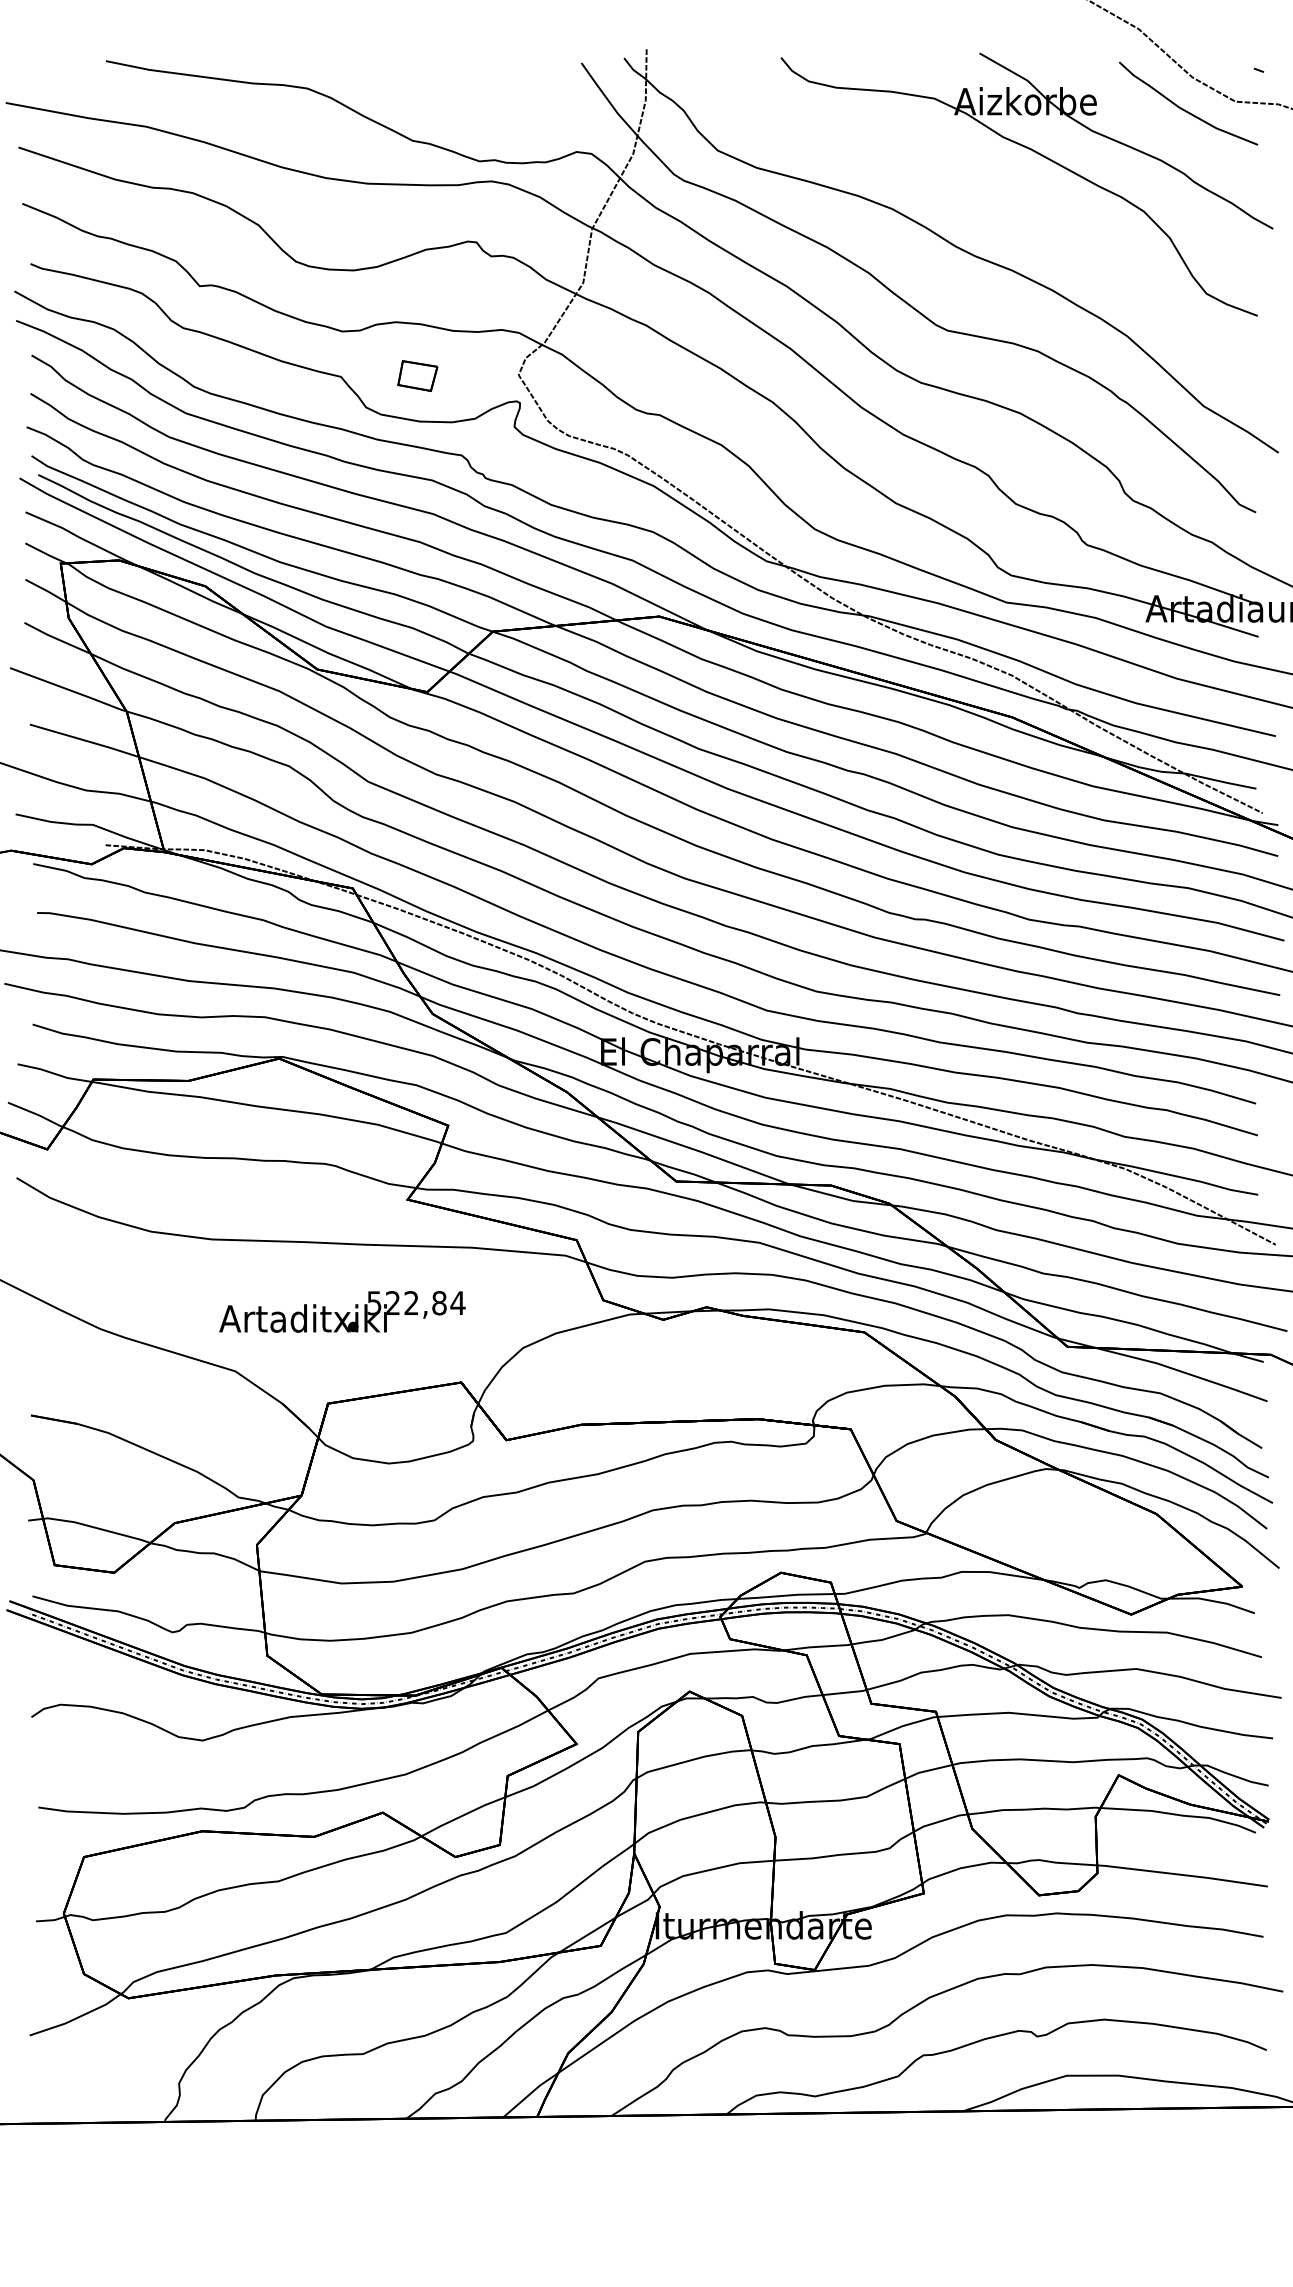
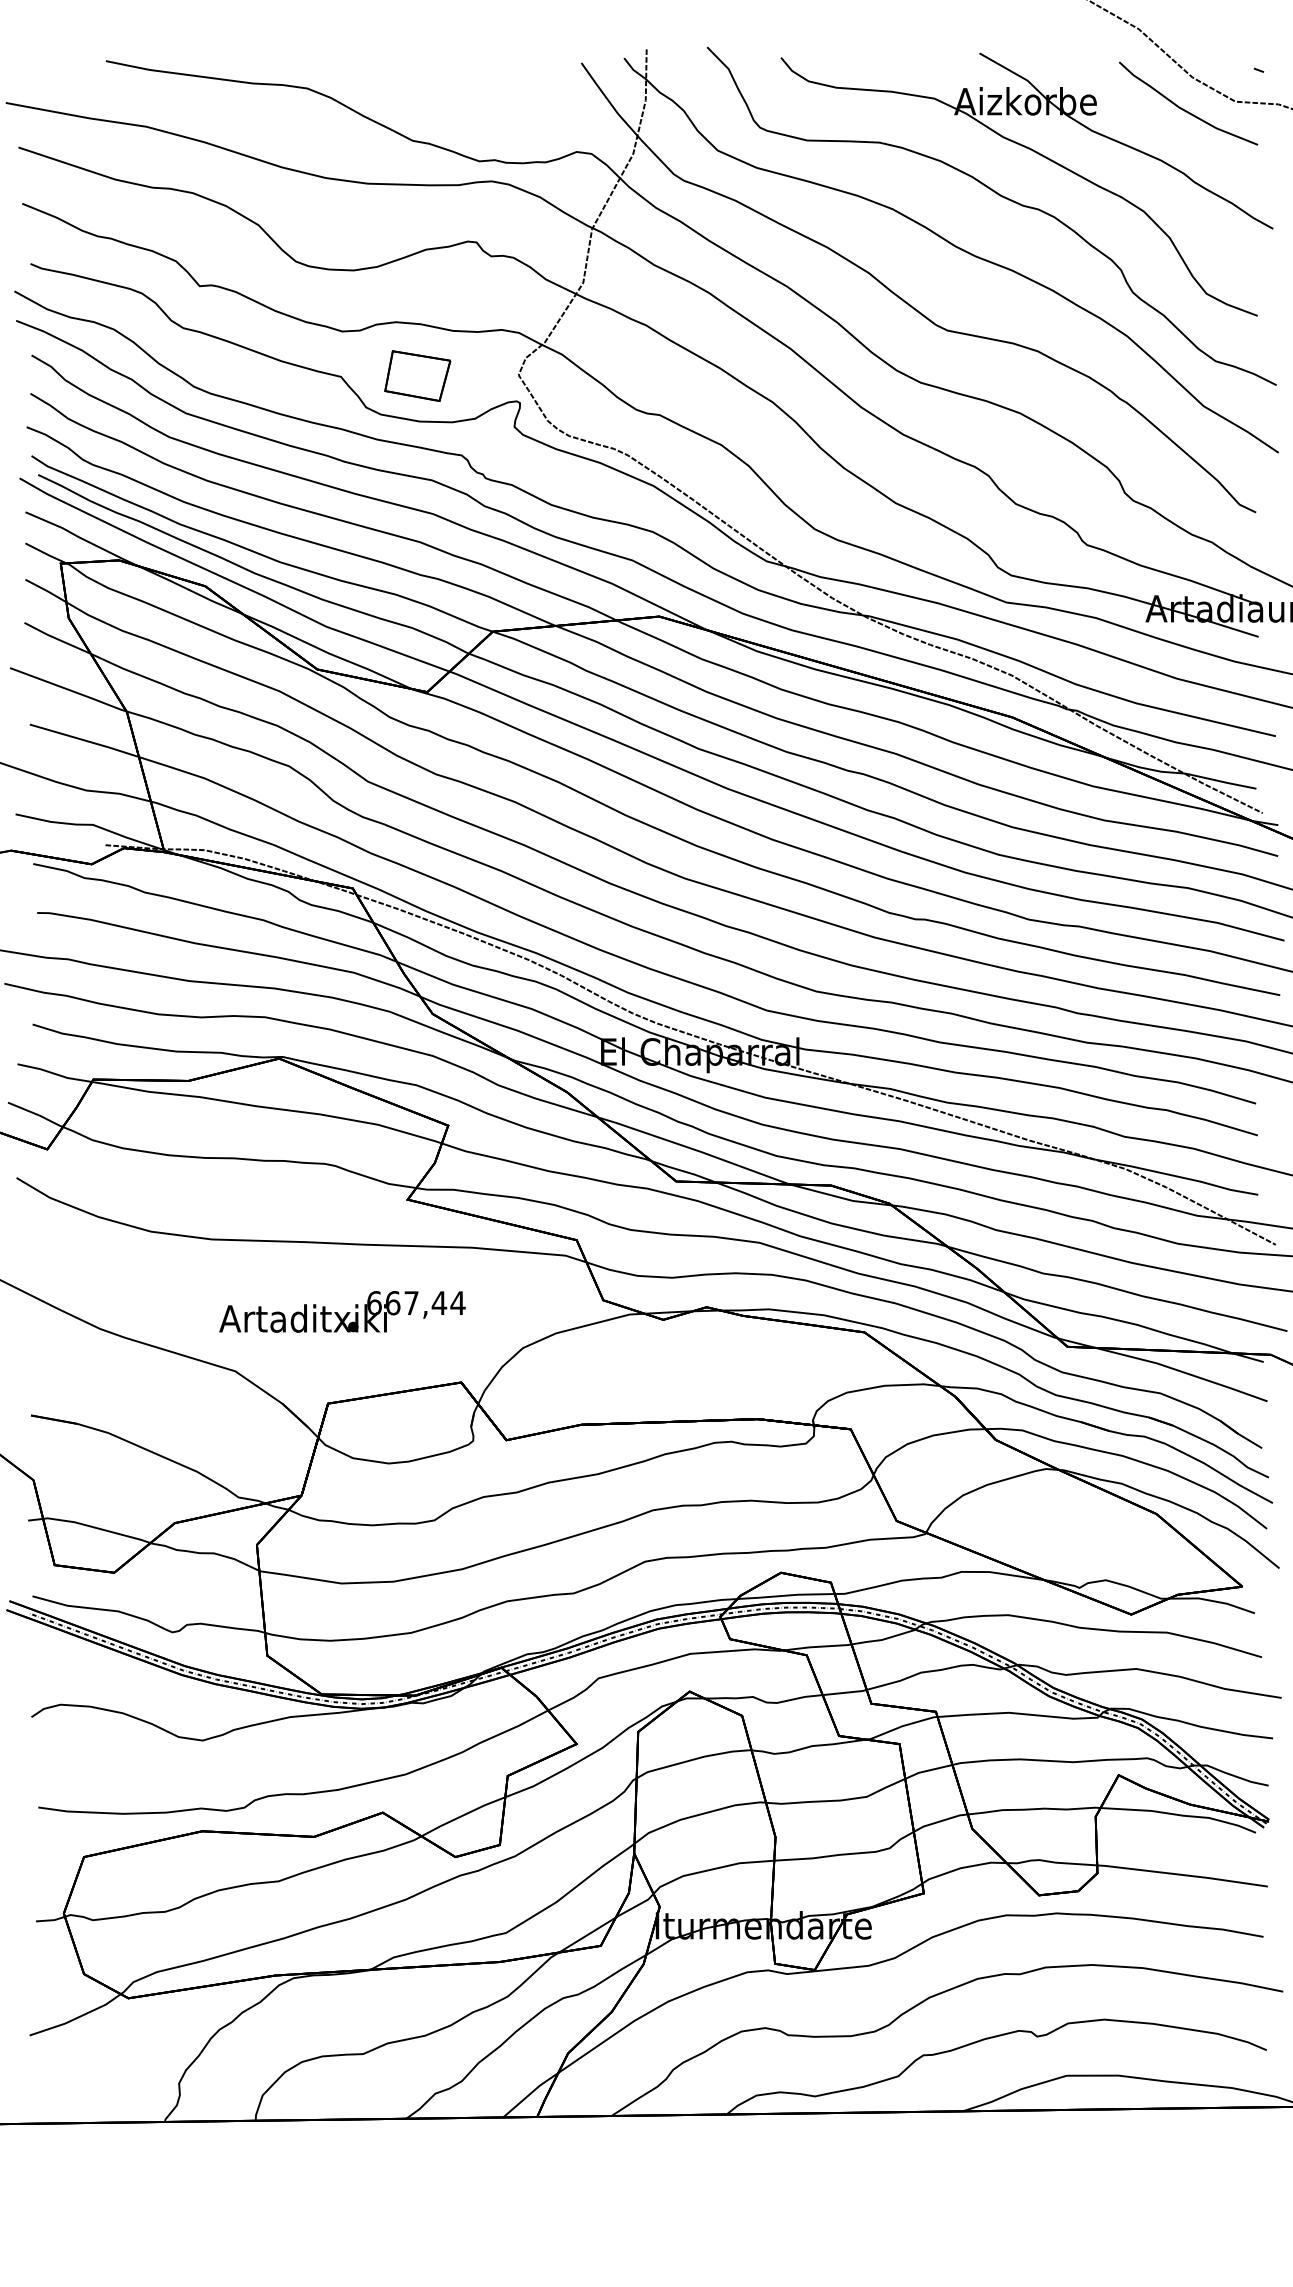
curve at (1000, 196): none -> present
part at (417, 375) size: 42x32 px -> 68x52 px
text at (407, 1303): 522,84 -> 667,44
